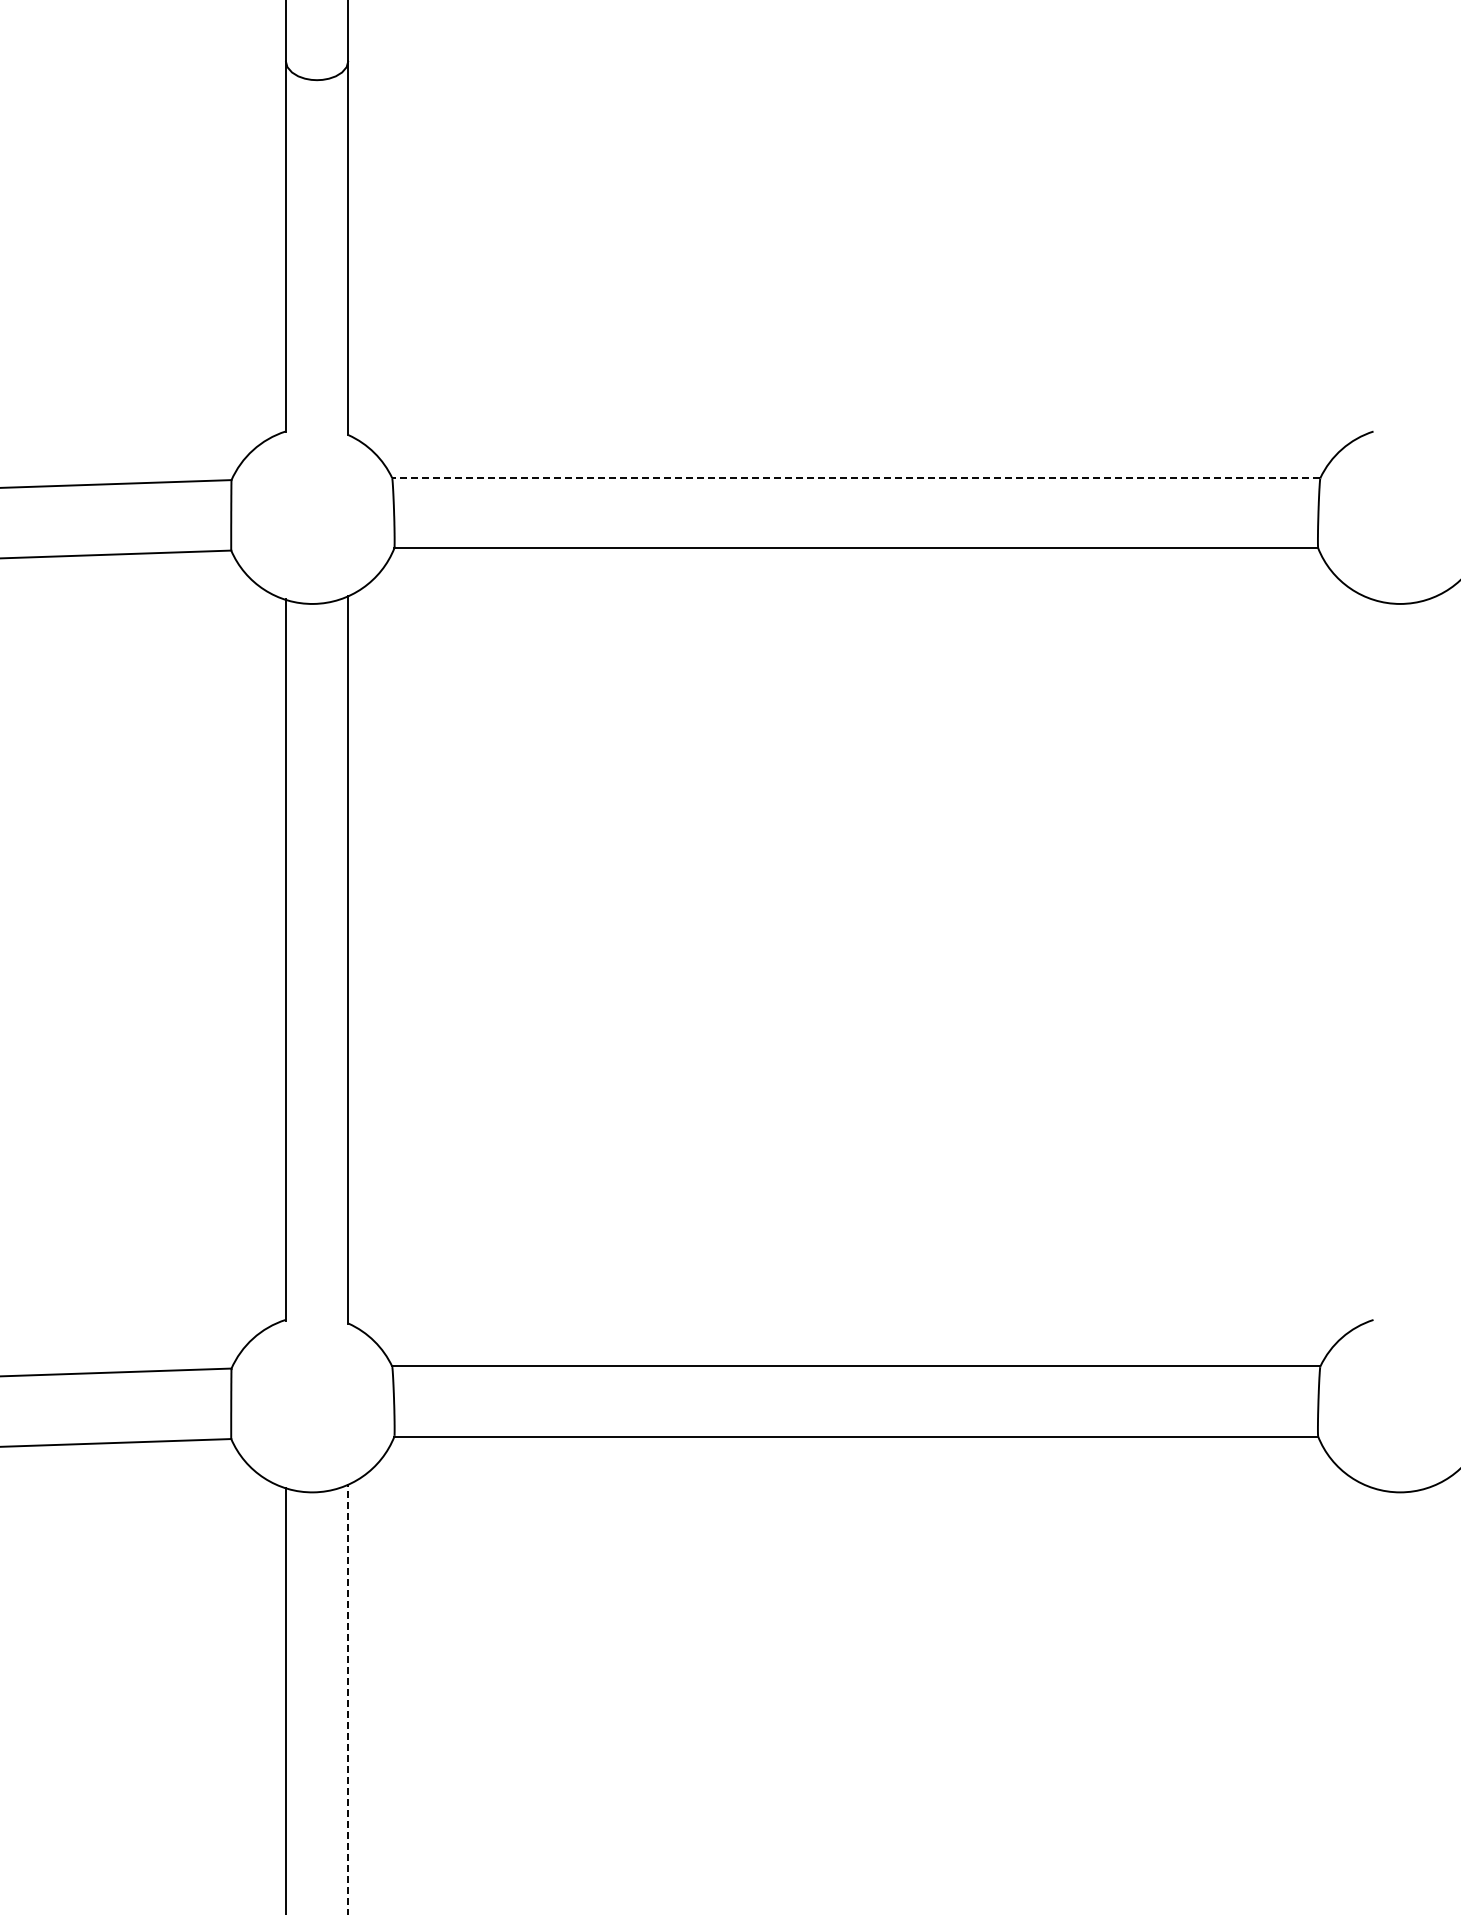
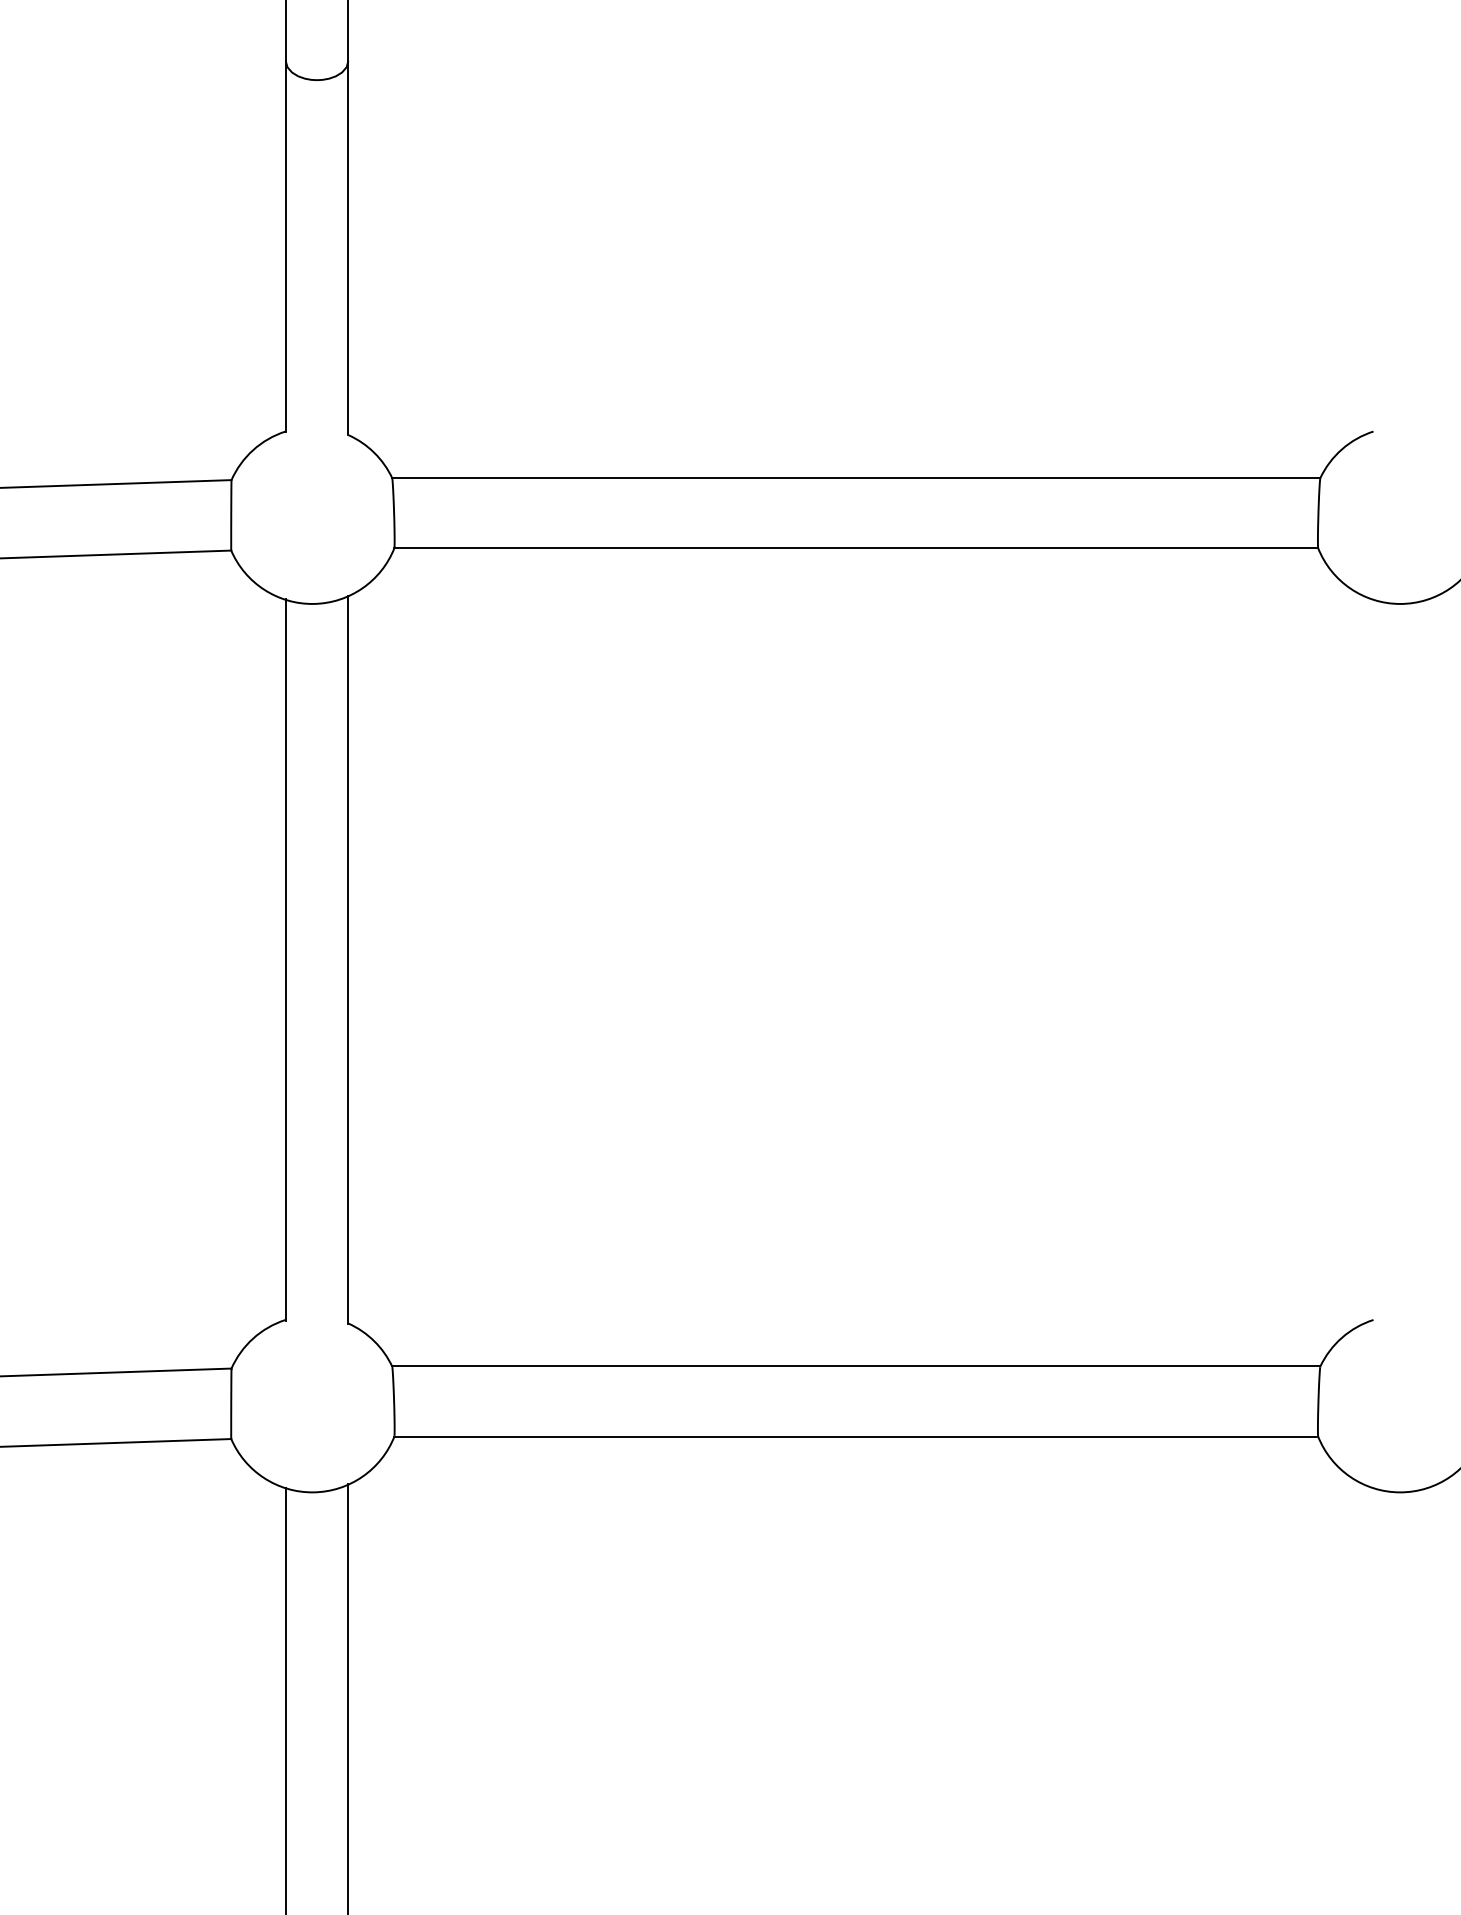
line at (855, 477): dashed -> solid
line at (348, 1699): dashed -> solid
